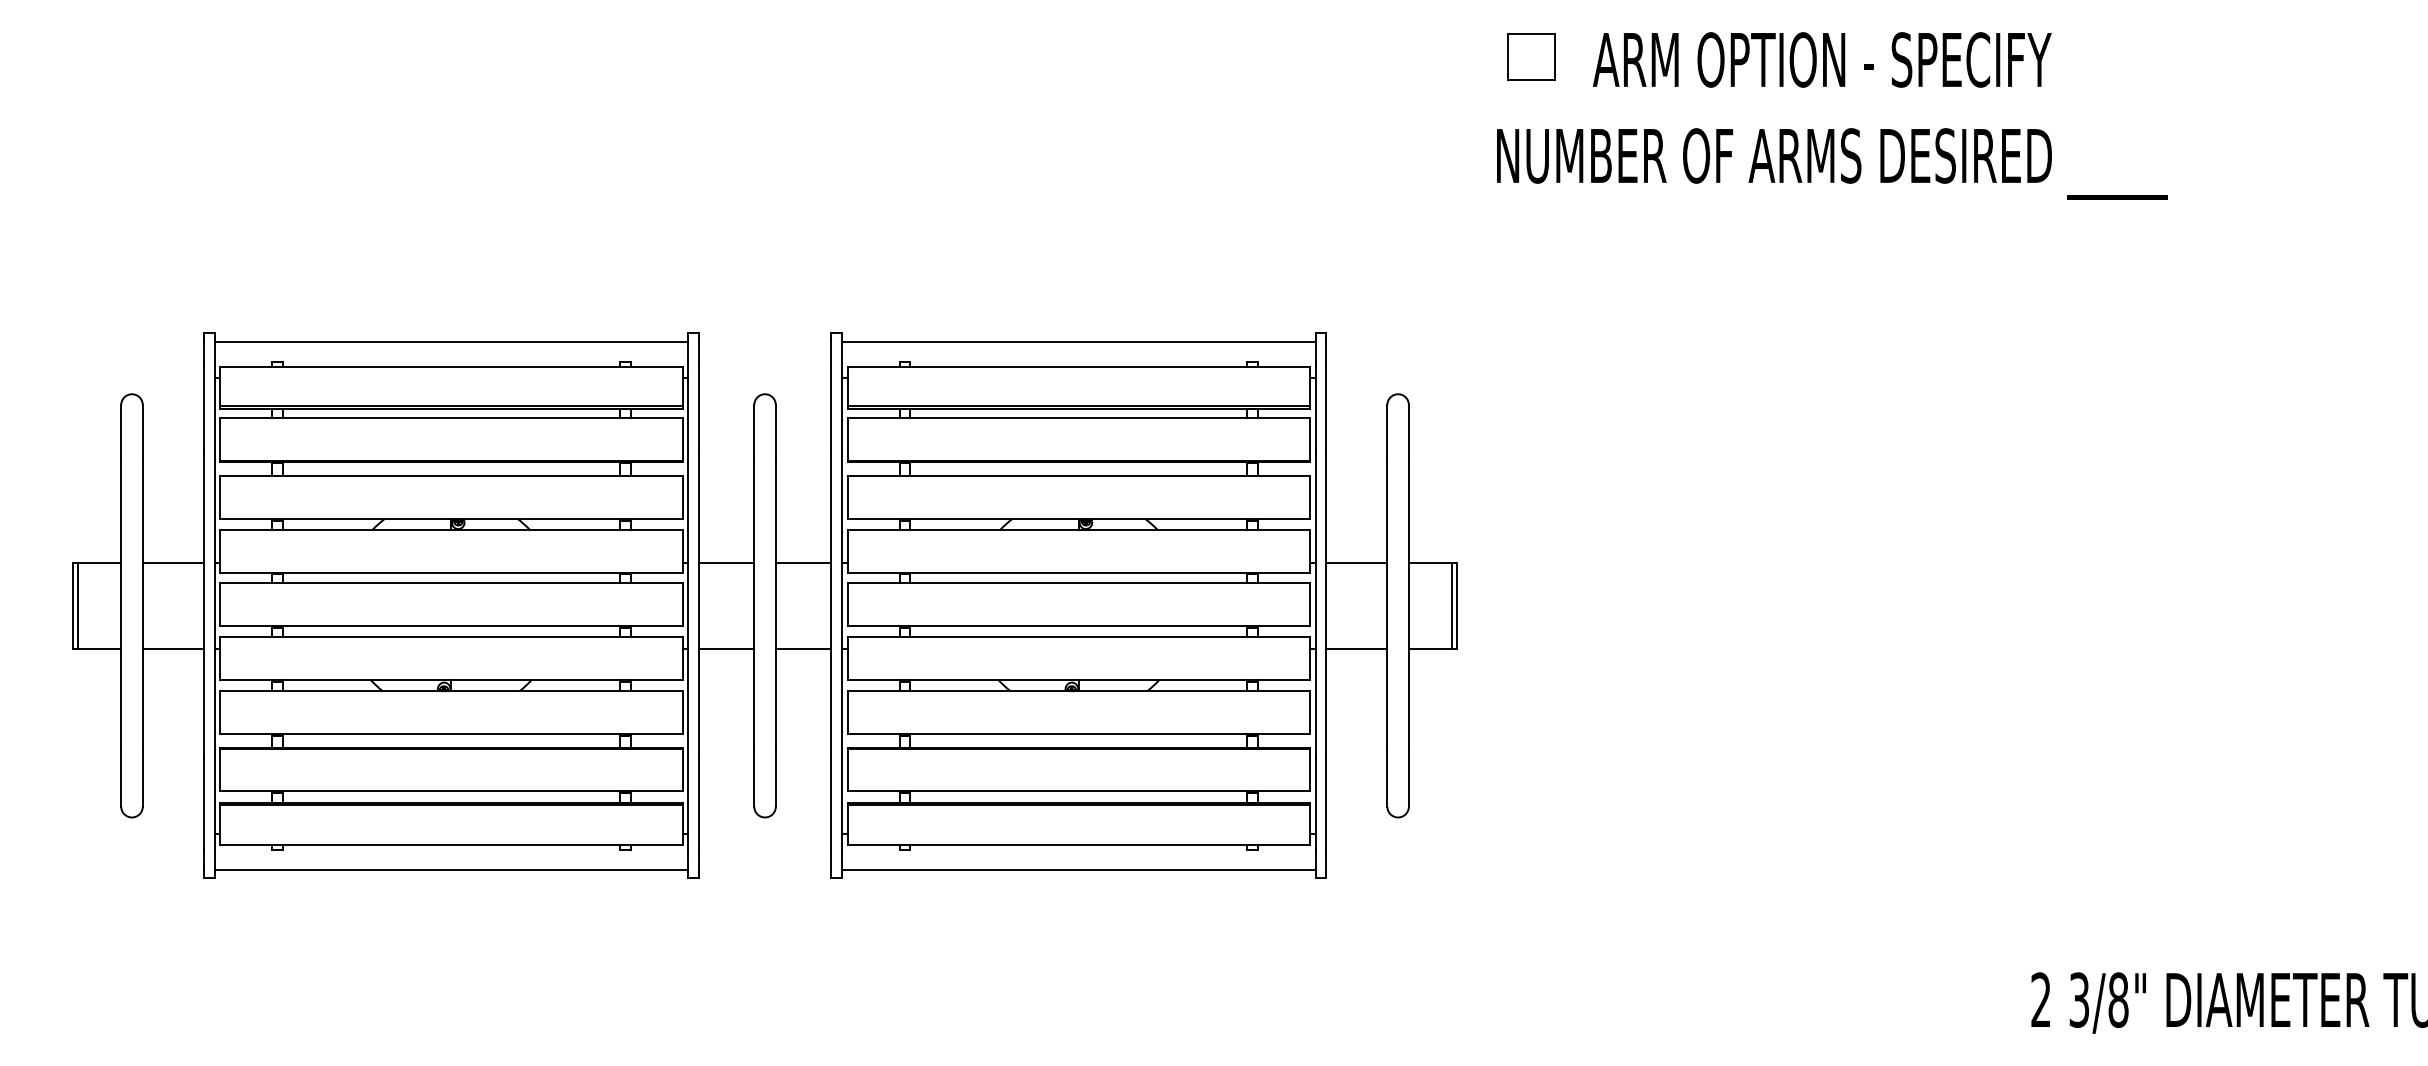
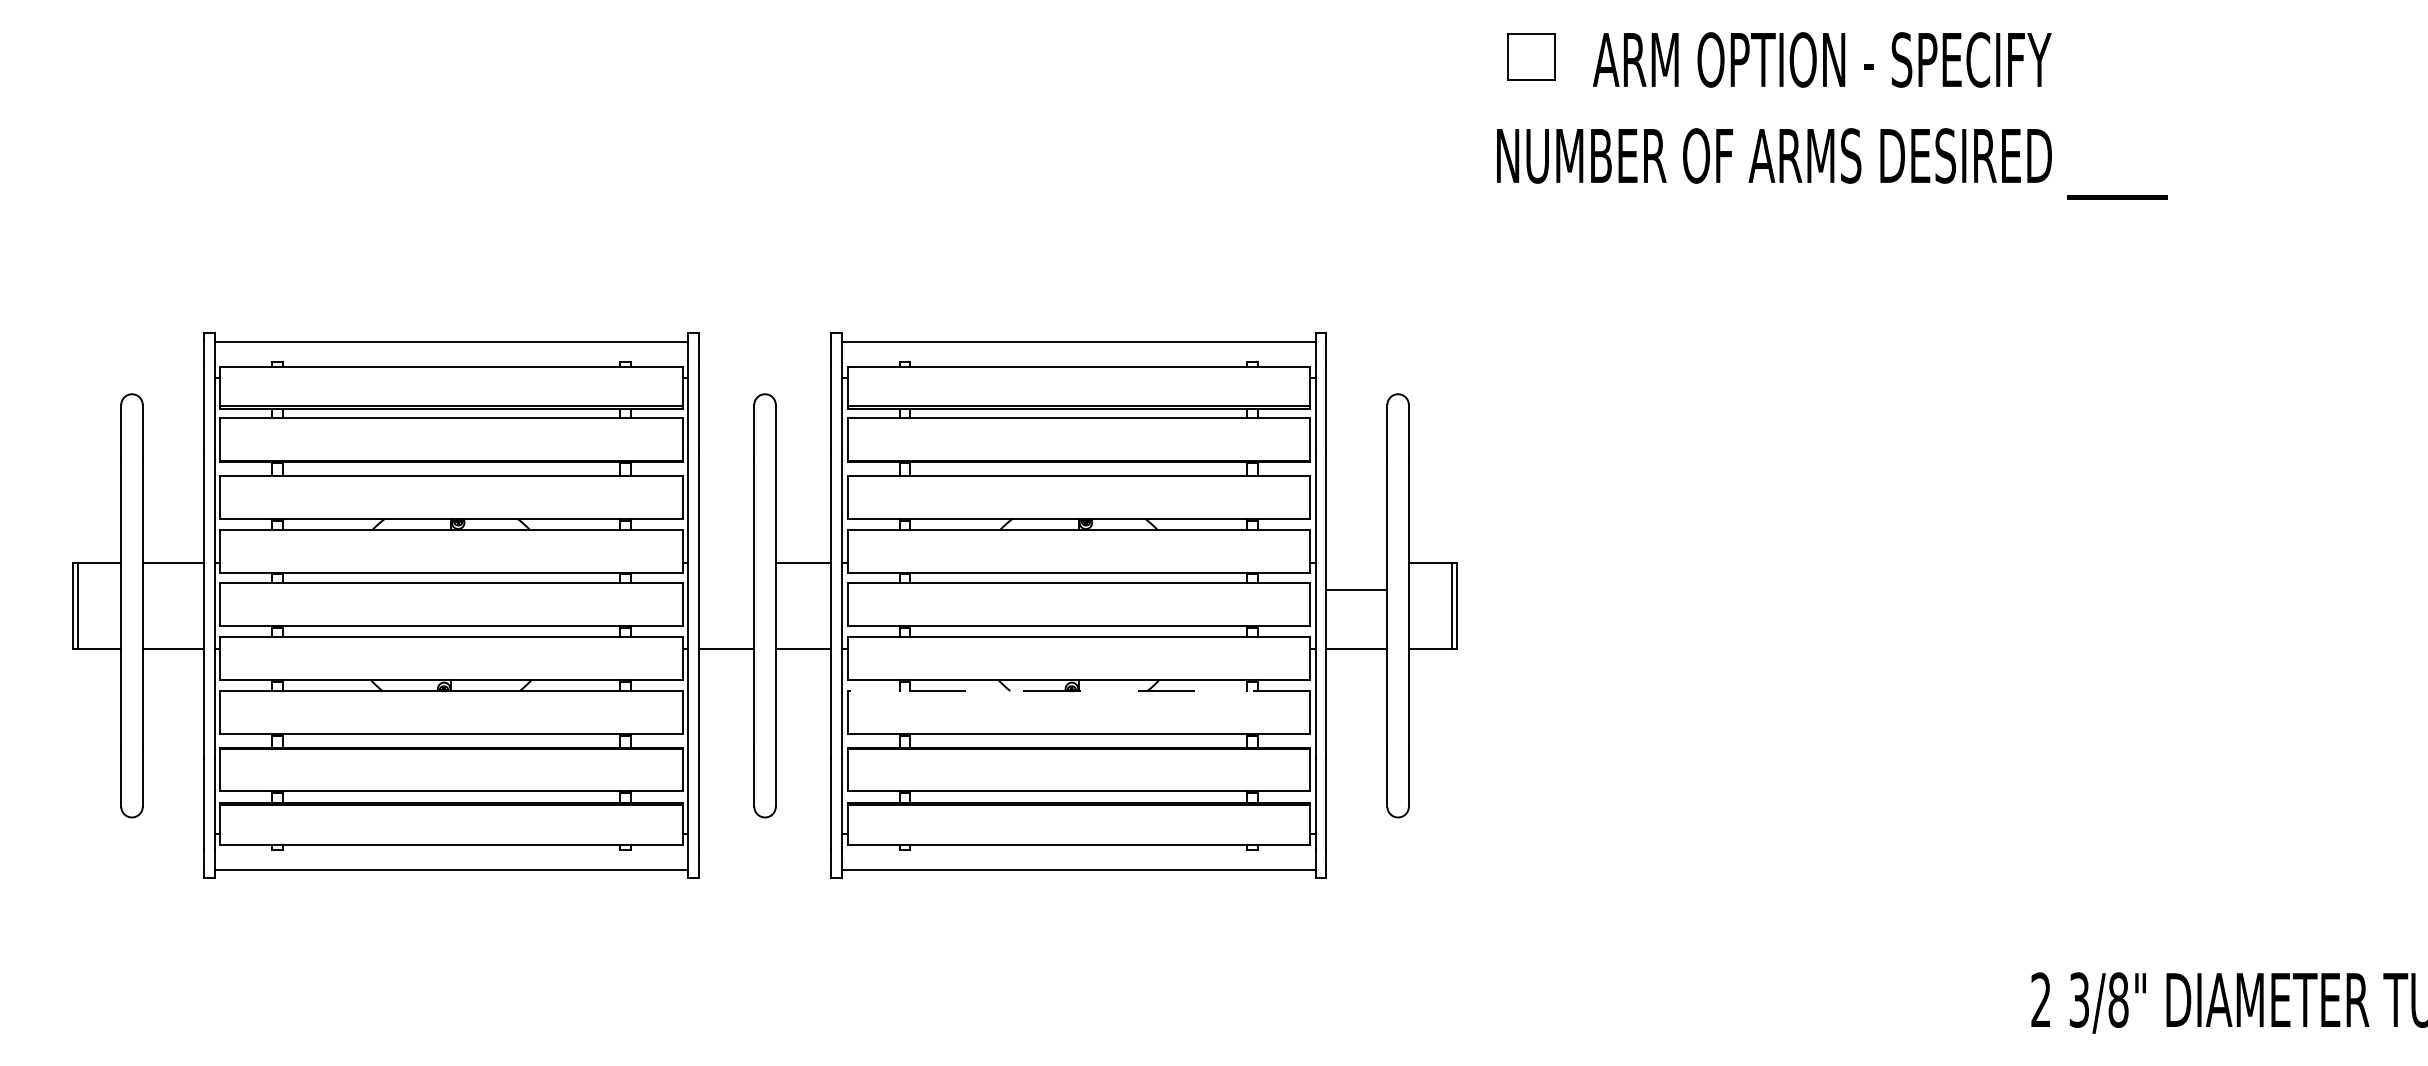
line at (726, 562): present -> none
line at (1356, 562) position: (1356, 562) -> (1356, 589)
line at (1078, 691): solid -> dashed
